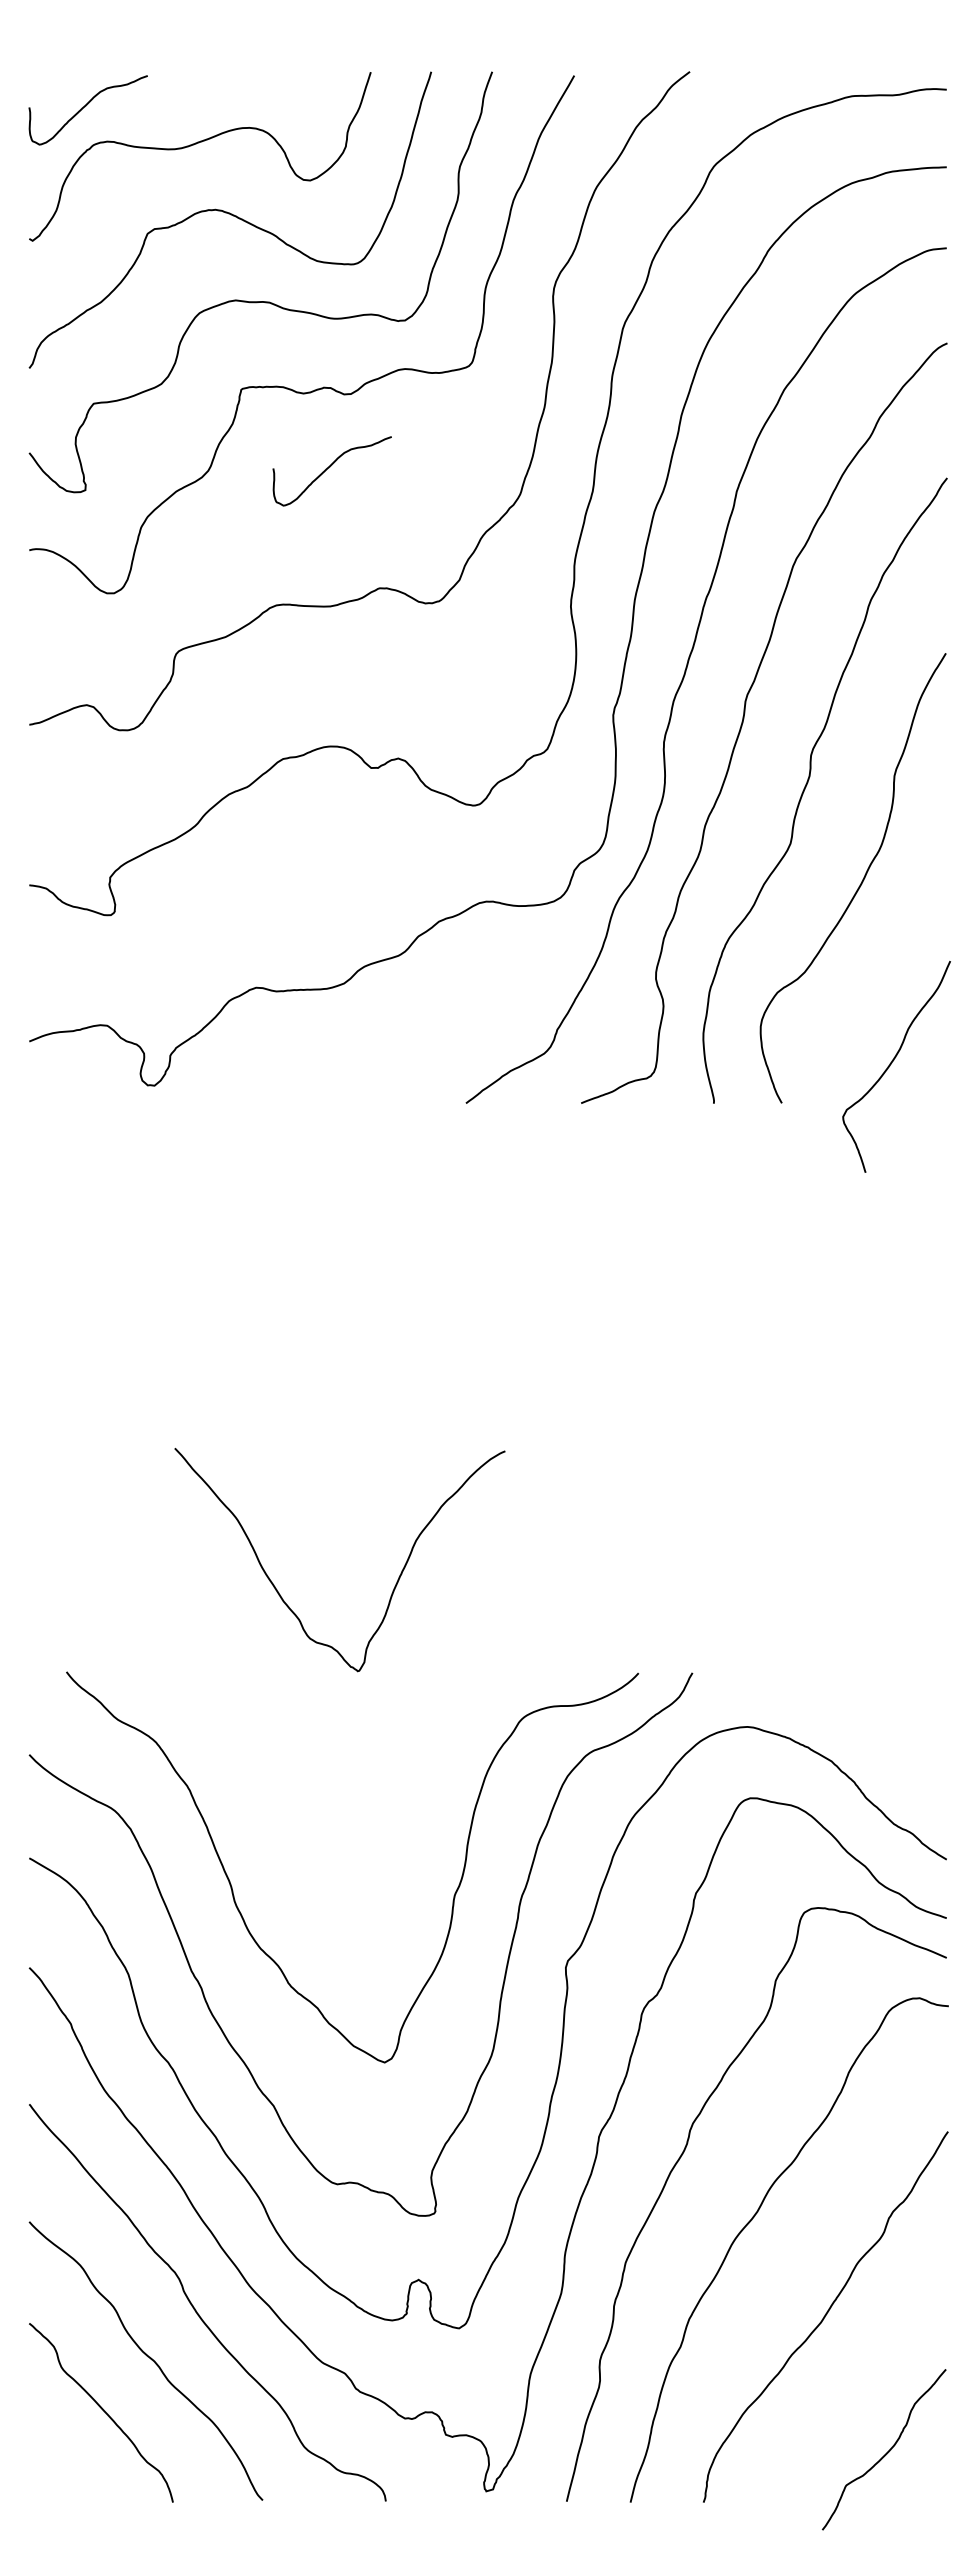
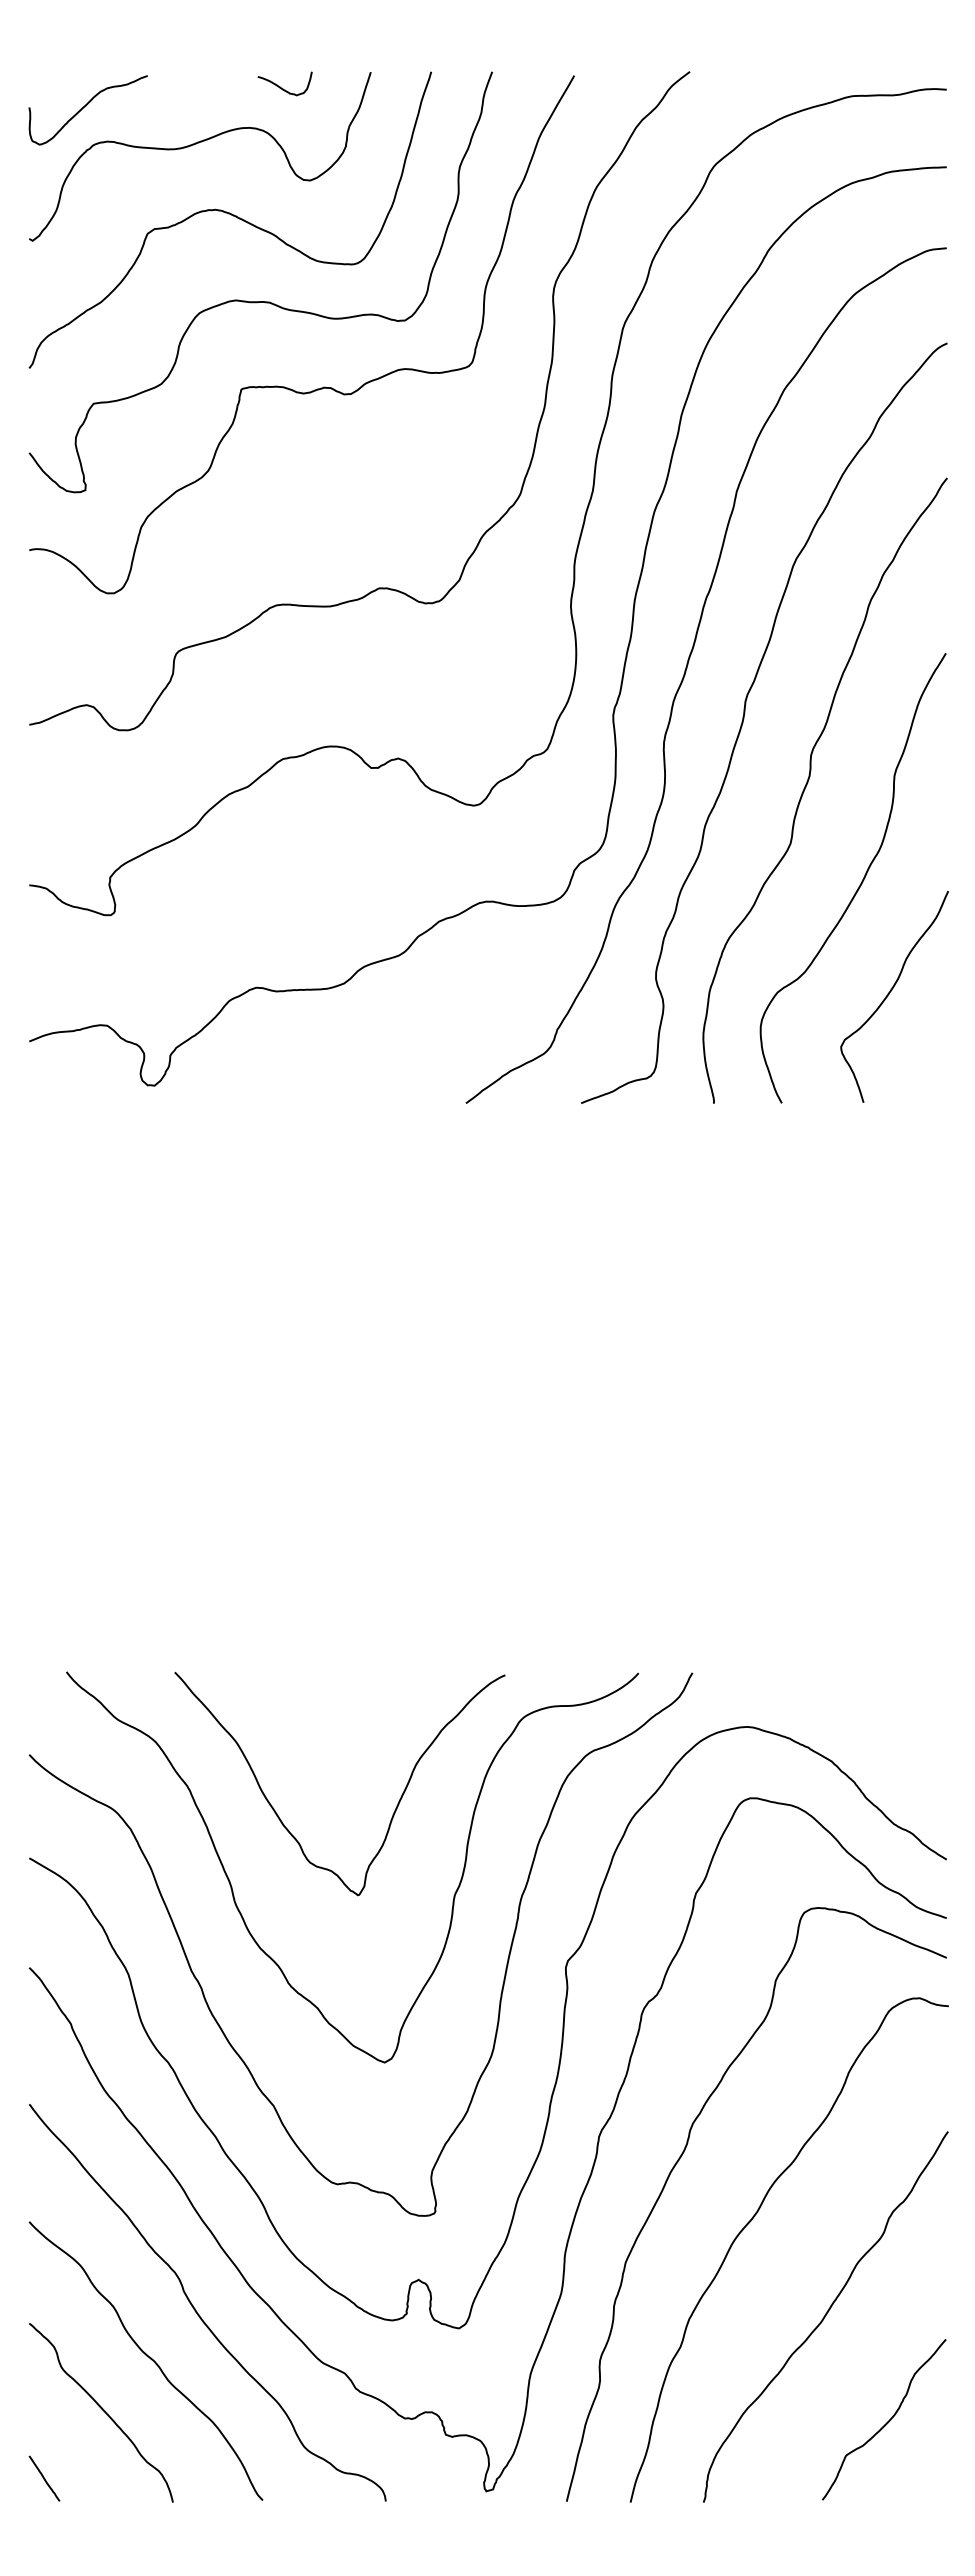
curve at (280, 86): none -> present
curve at (330, 467): present -> none
curve at (892, 1063) position: (892, 1063) -> (890, 993)
curve at (396, 1581) position: (396, 1581) -> (396, 1805)
curve at (887, 2451) position: (887, 2451) -> (887, 2421)
line at (44, 2478): none -> present
